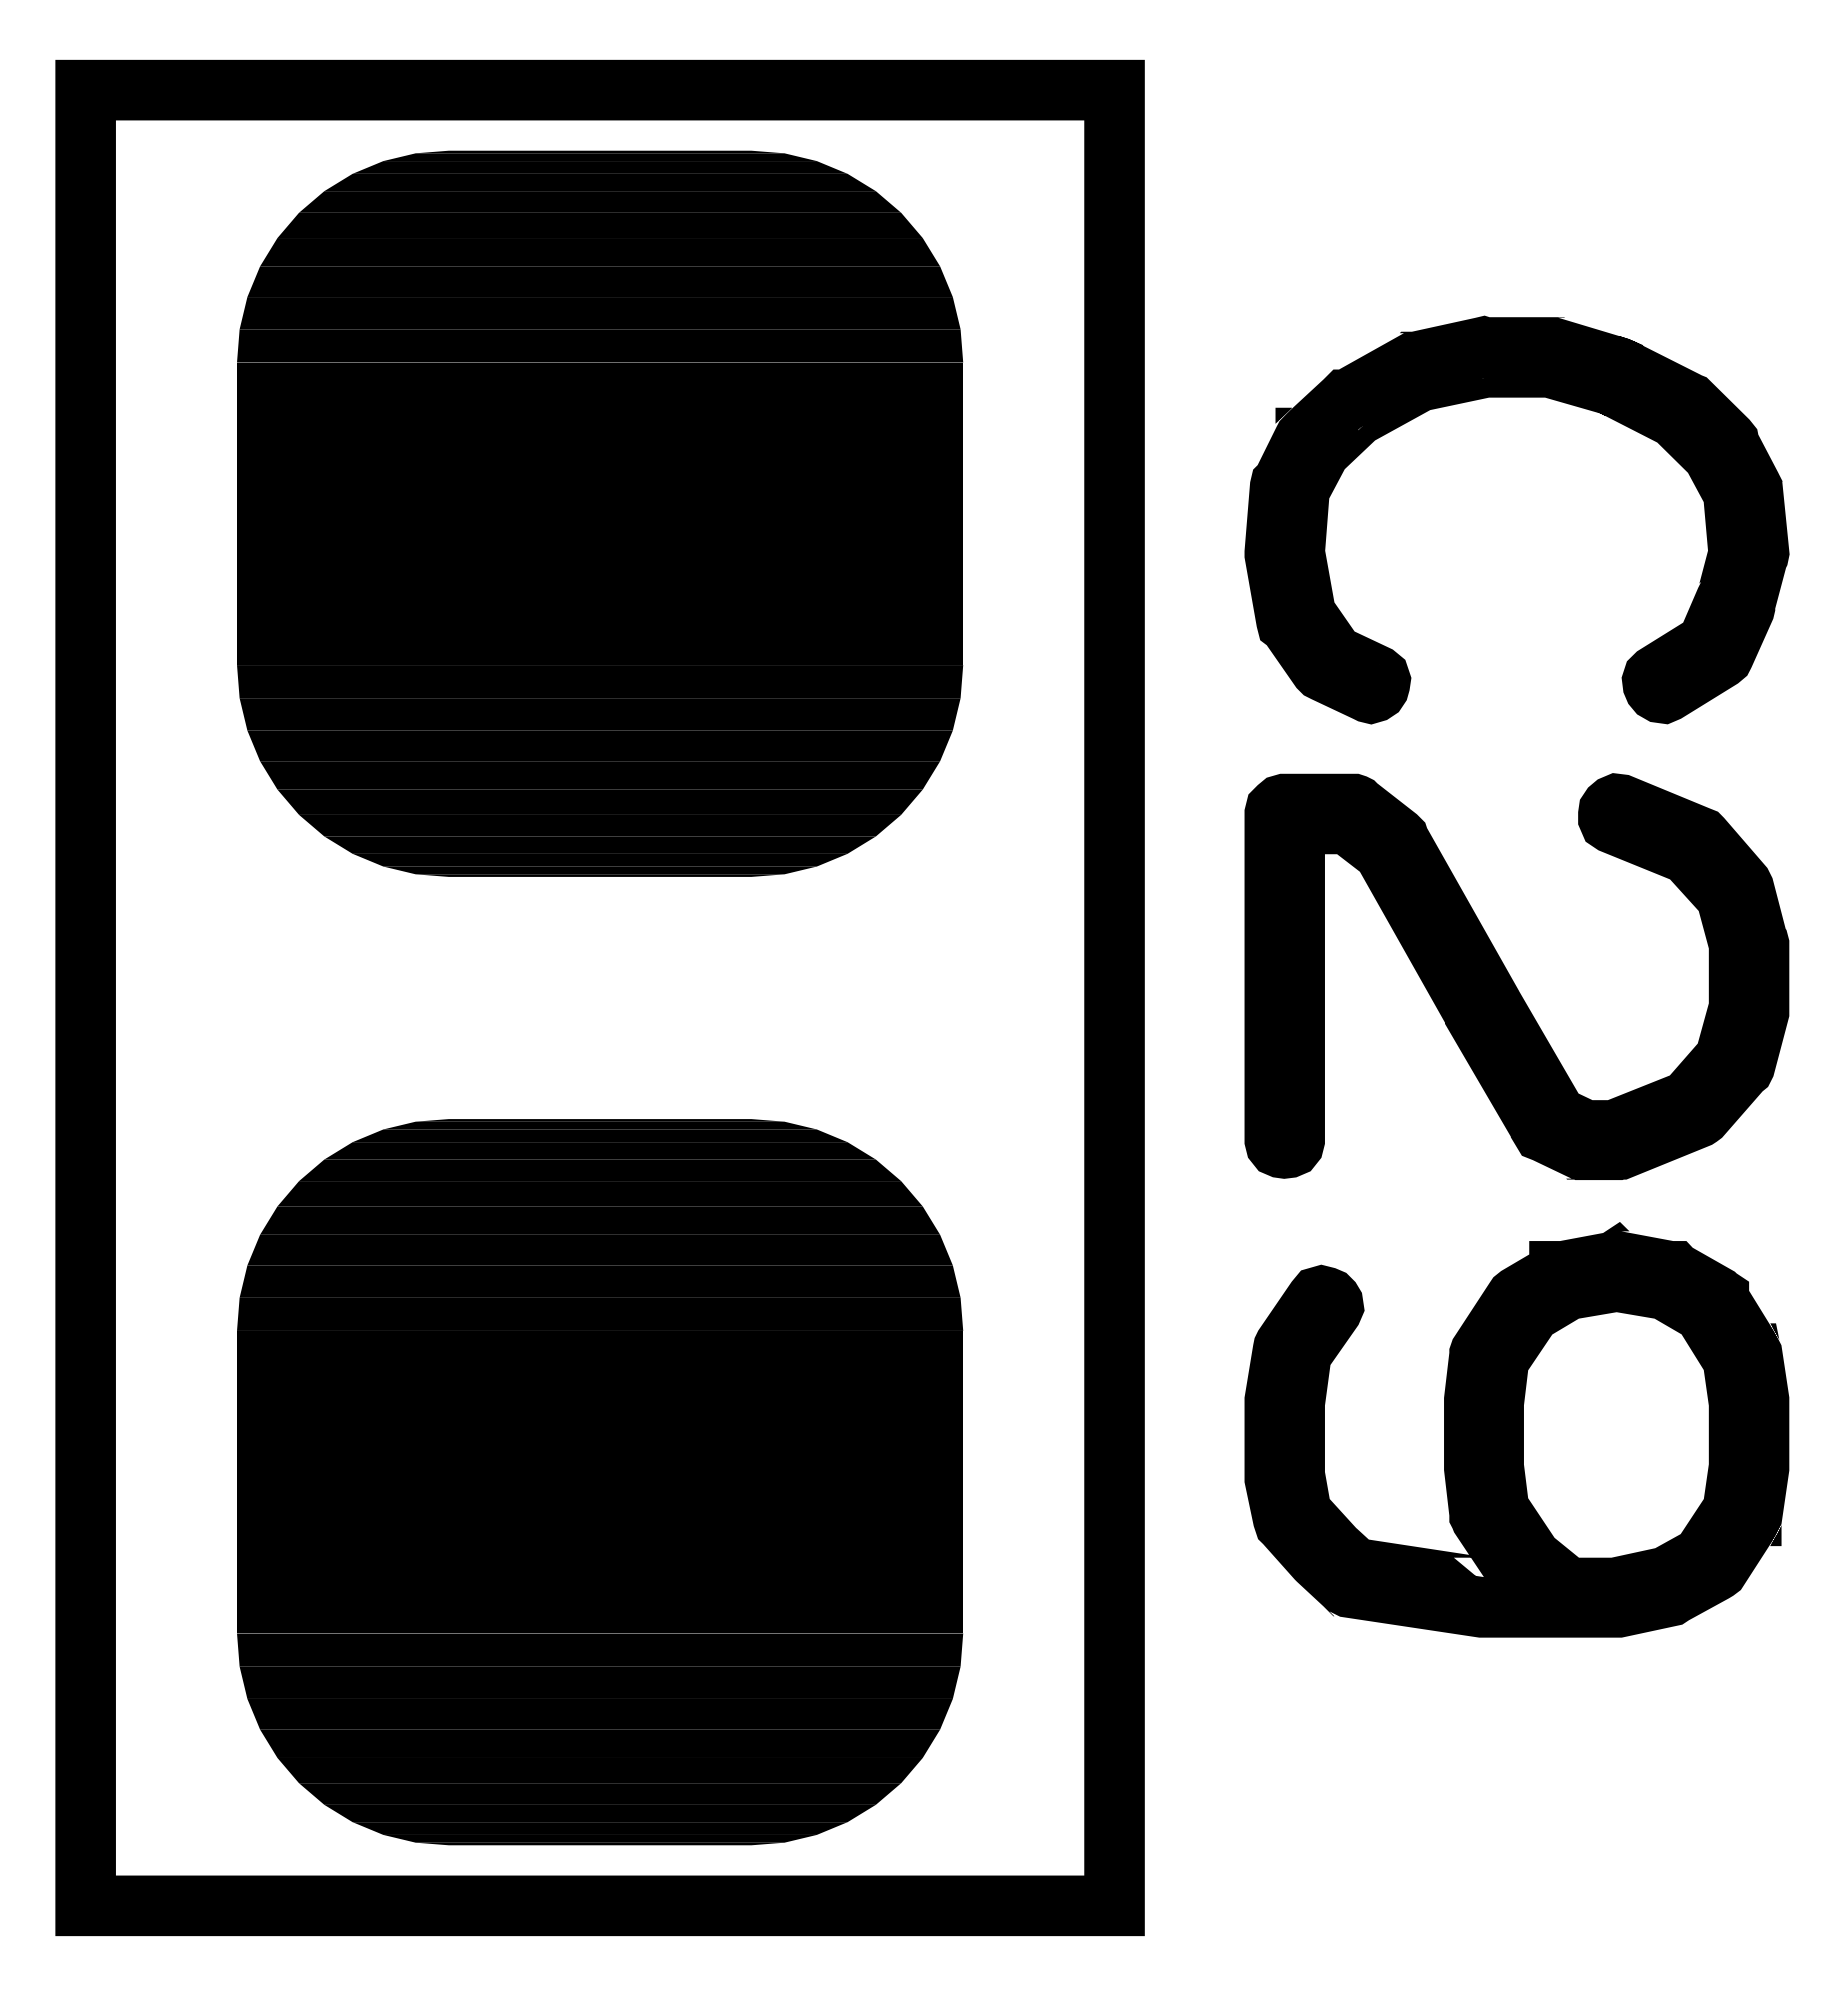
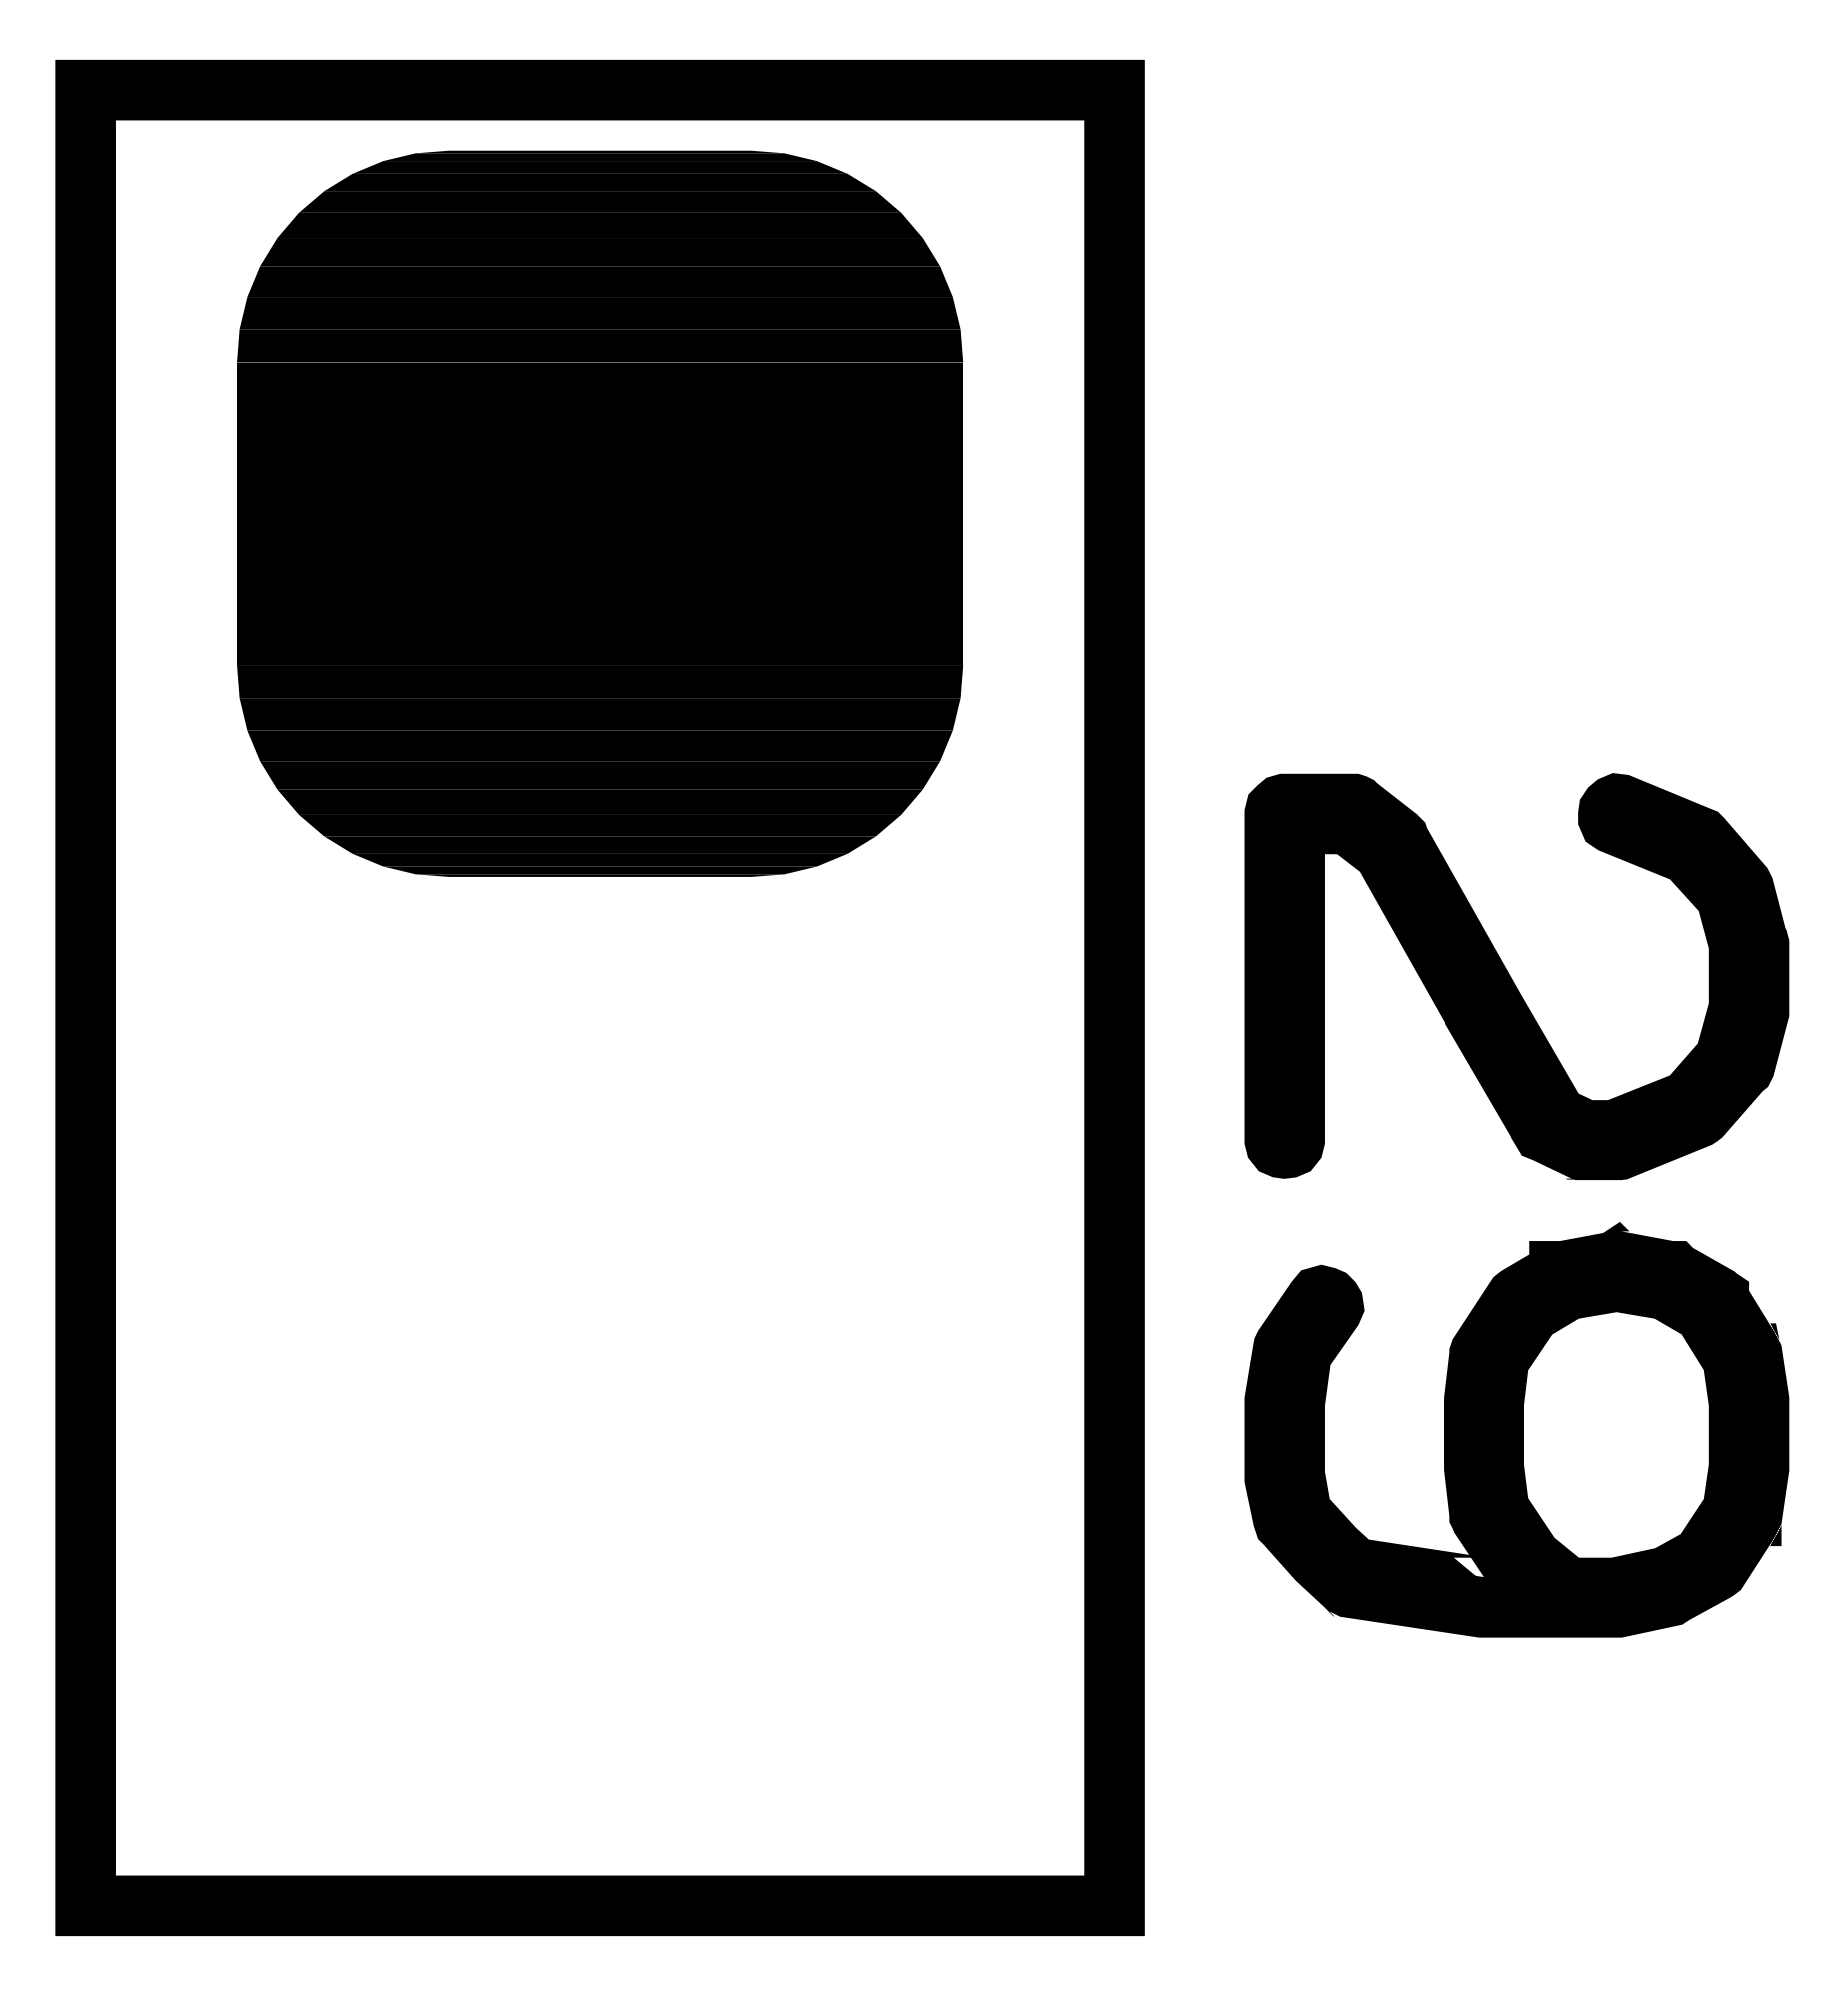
part at (1516, 397): present -> none
part at (600, 1482): present -> none
